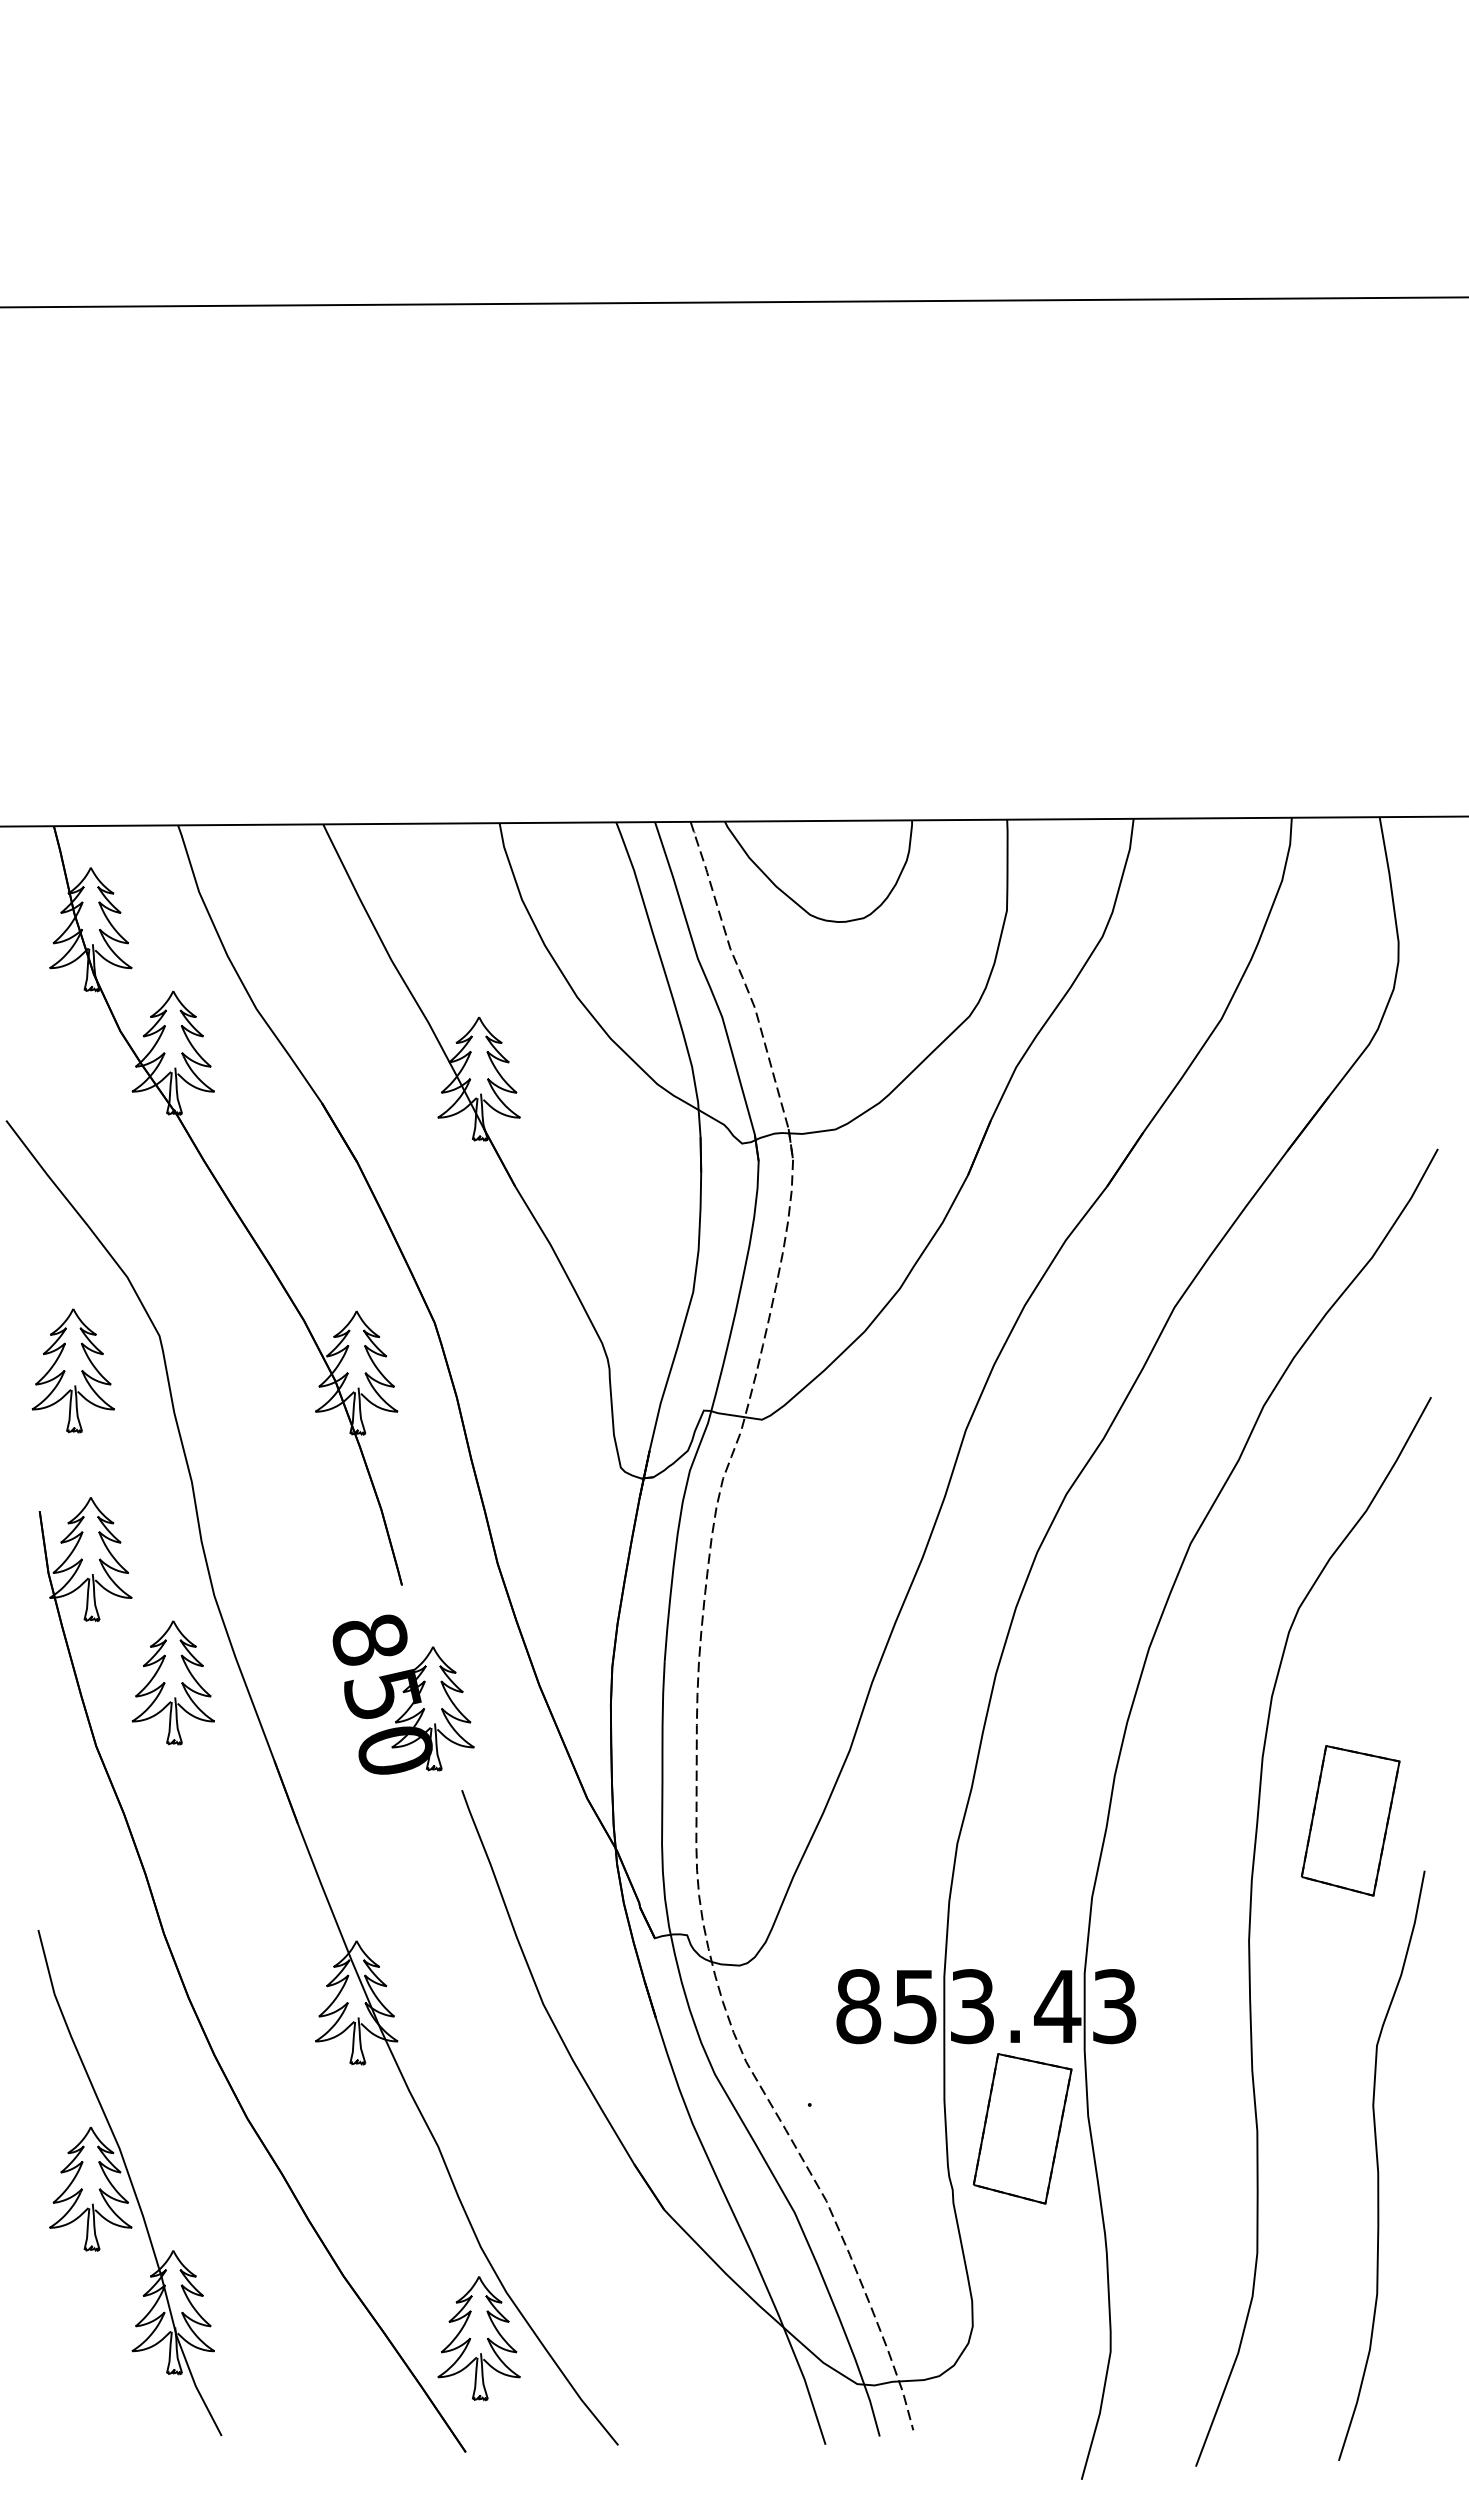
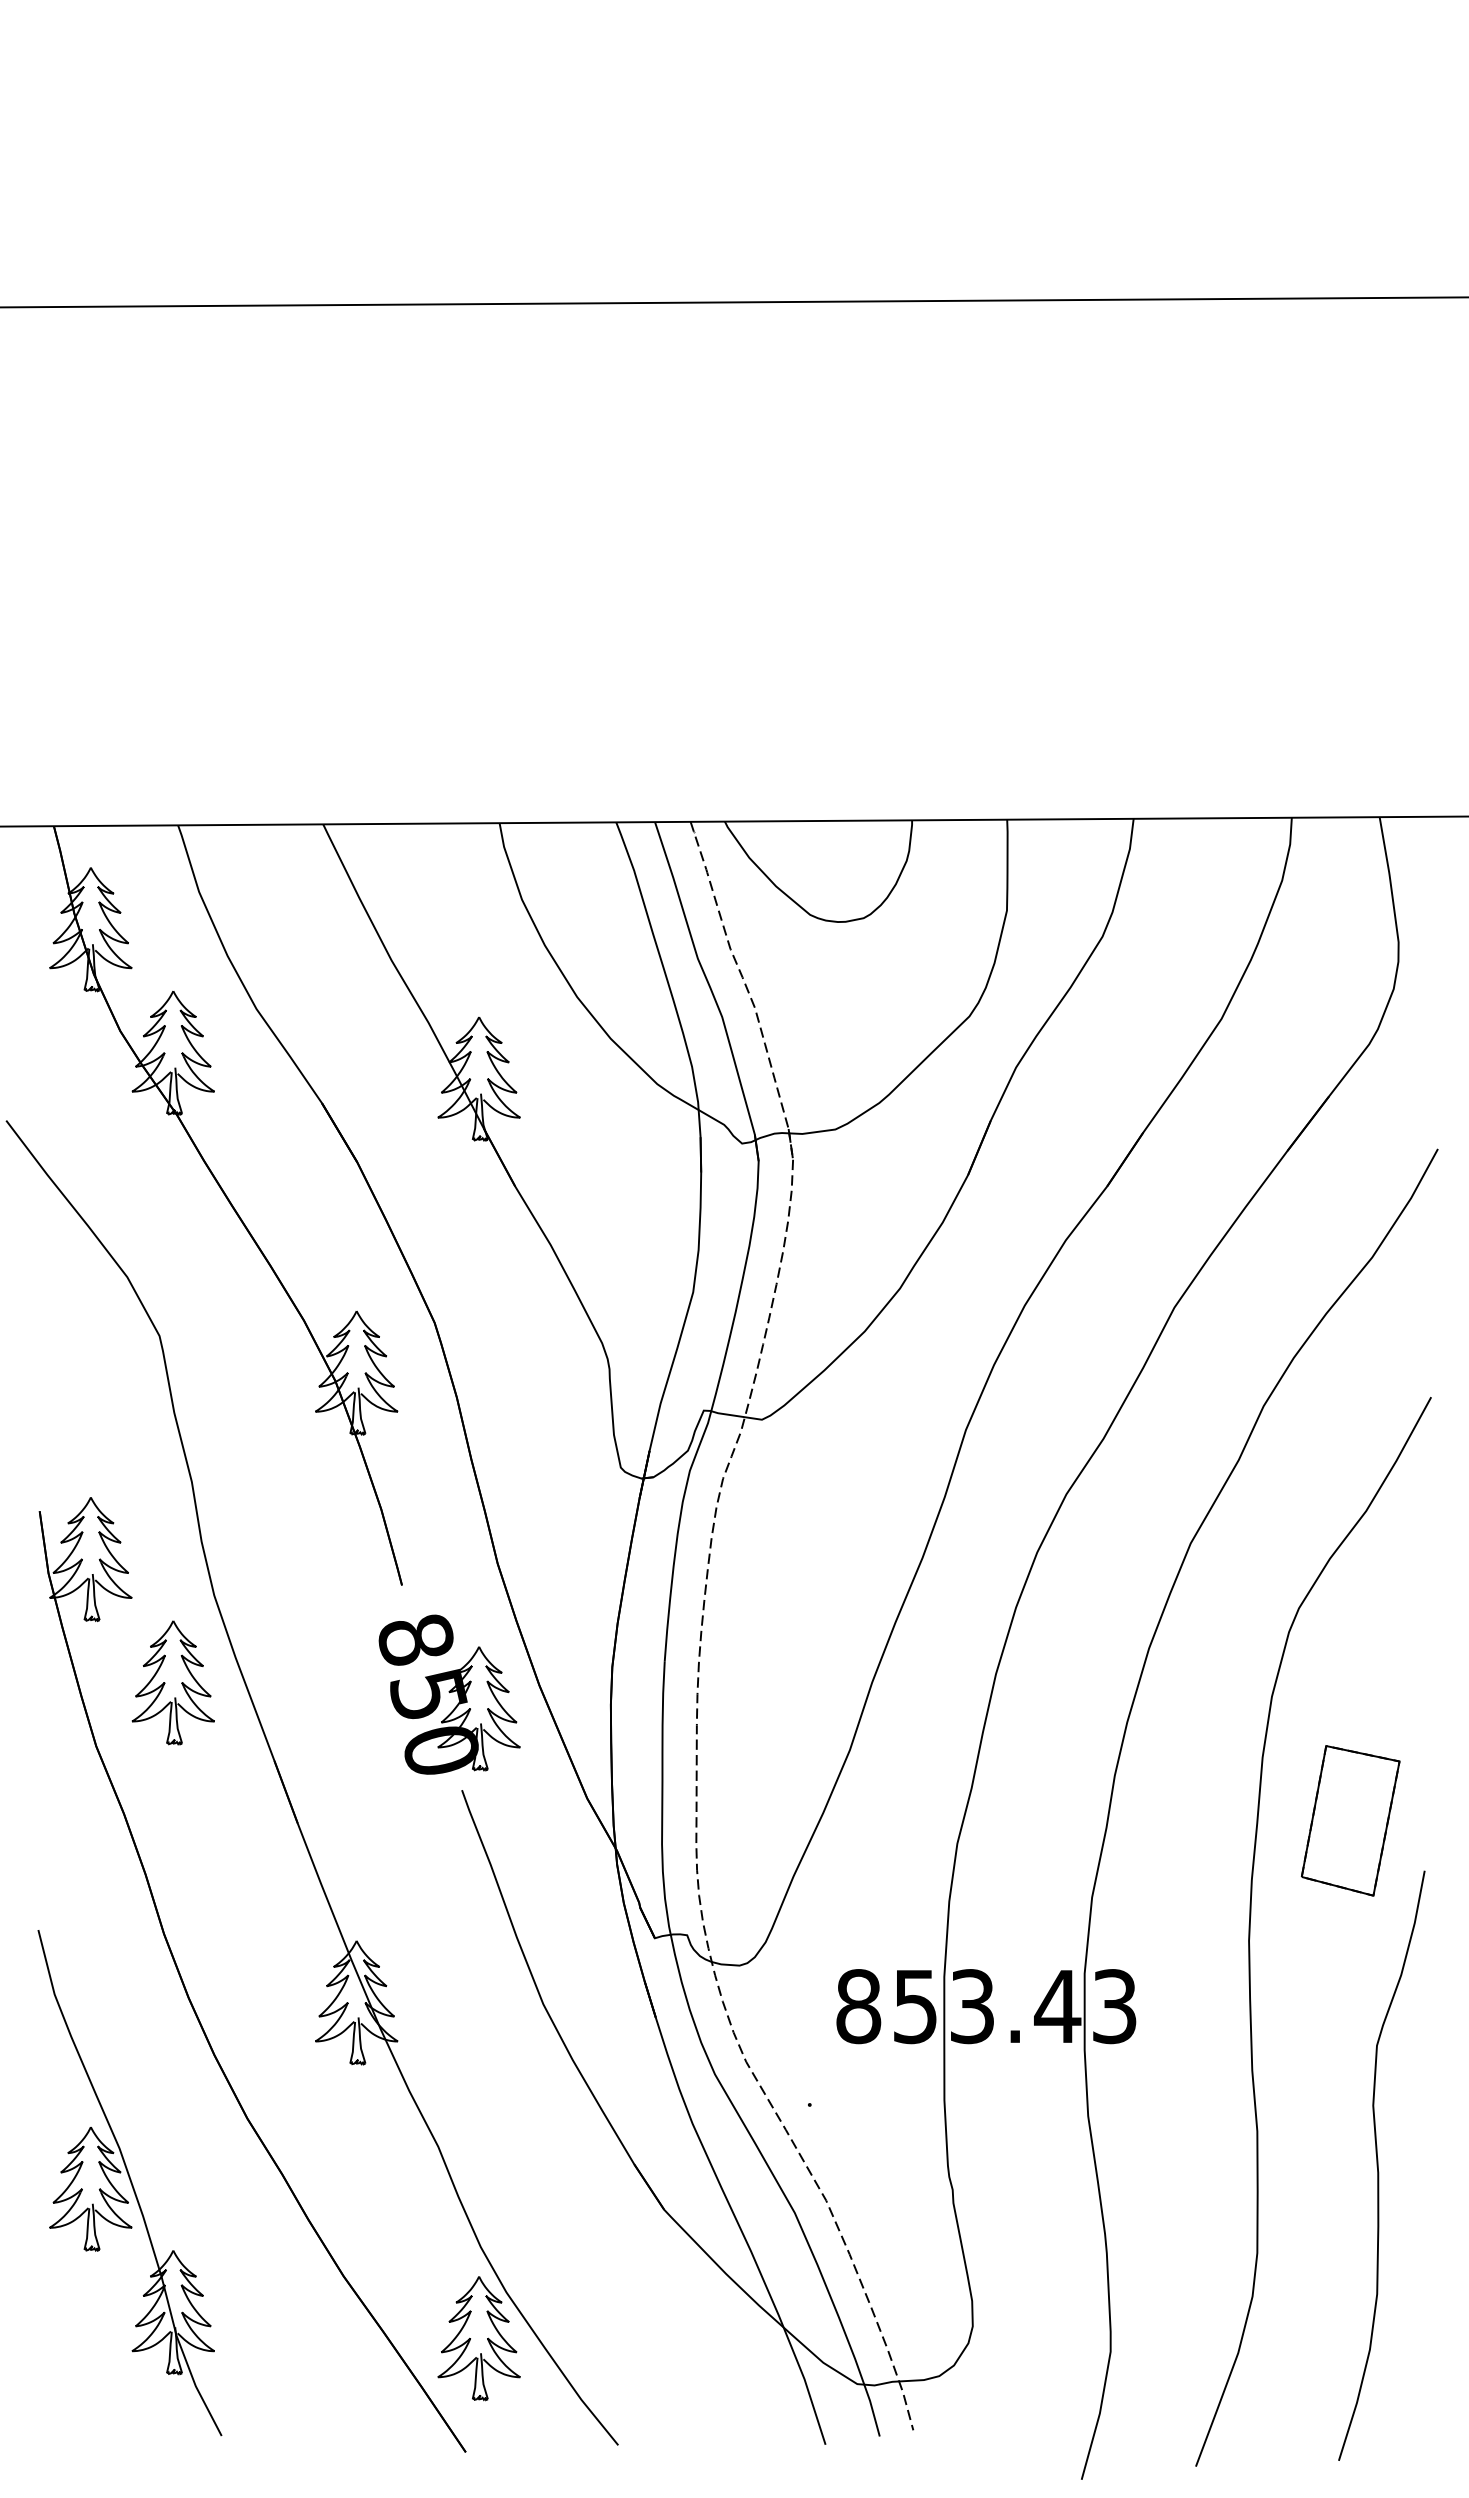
part at (72, 1370): present -> none
part at (403, 1694) position: (403, 1694) -> (449, 1694)
part at (1022, 2128): present -> none
